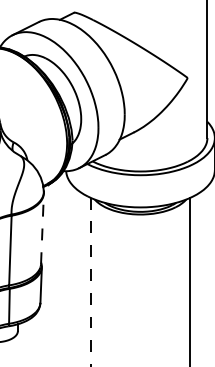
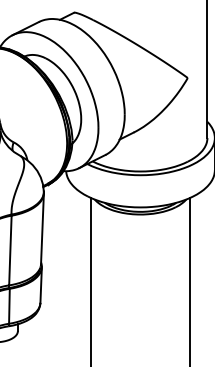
line at (42, 228): dashed -> solid
line at (90, 282): dashed -> solid
